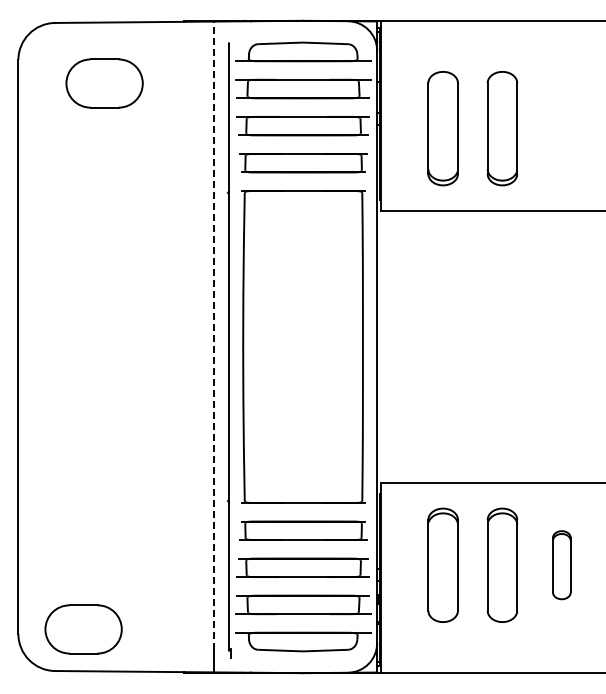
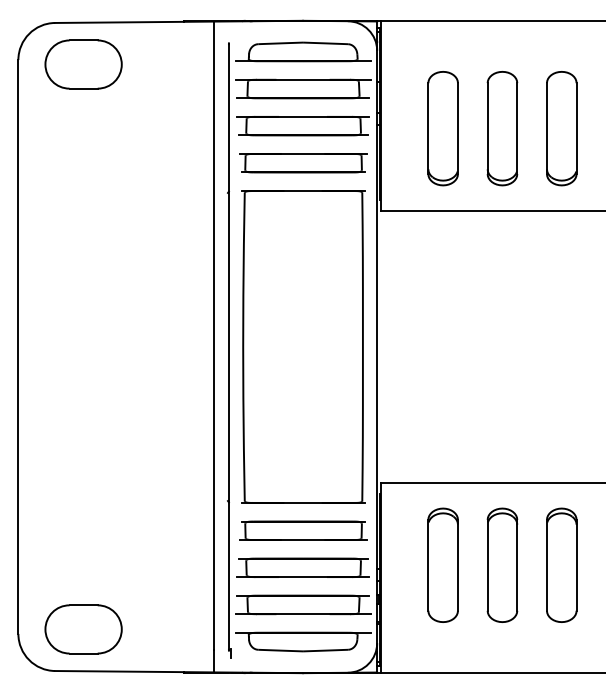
part at (104, 83) position: (104, 83) -> (83, 64)
part at (561, 128): none -> present
line at (214, 335): dashed -> solid
part at (561, 565) size: 20x71 px -> 32x116 px
